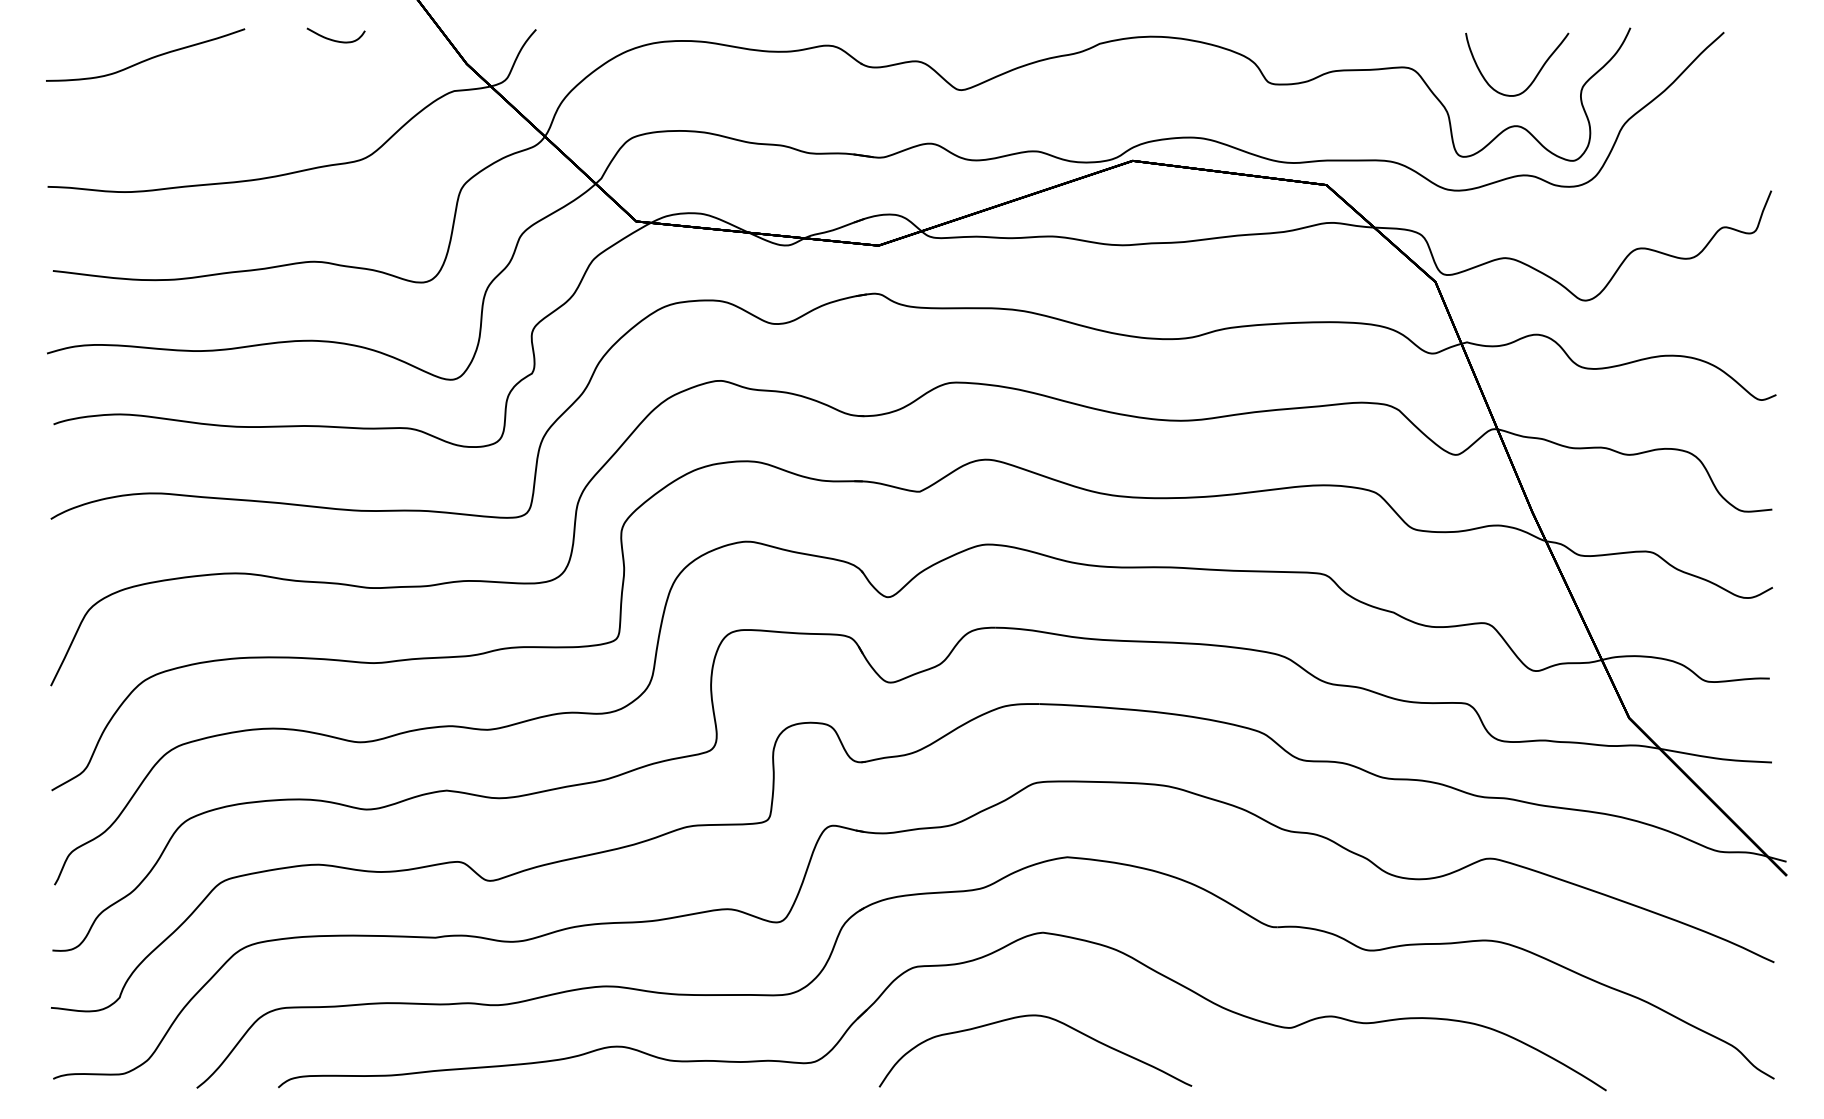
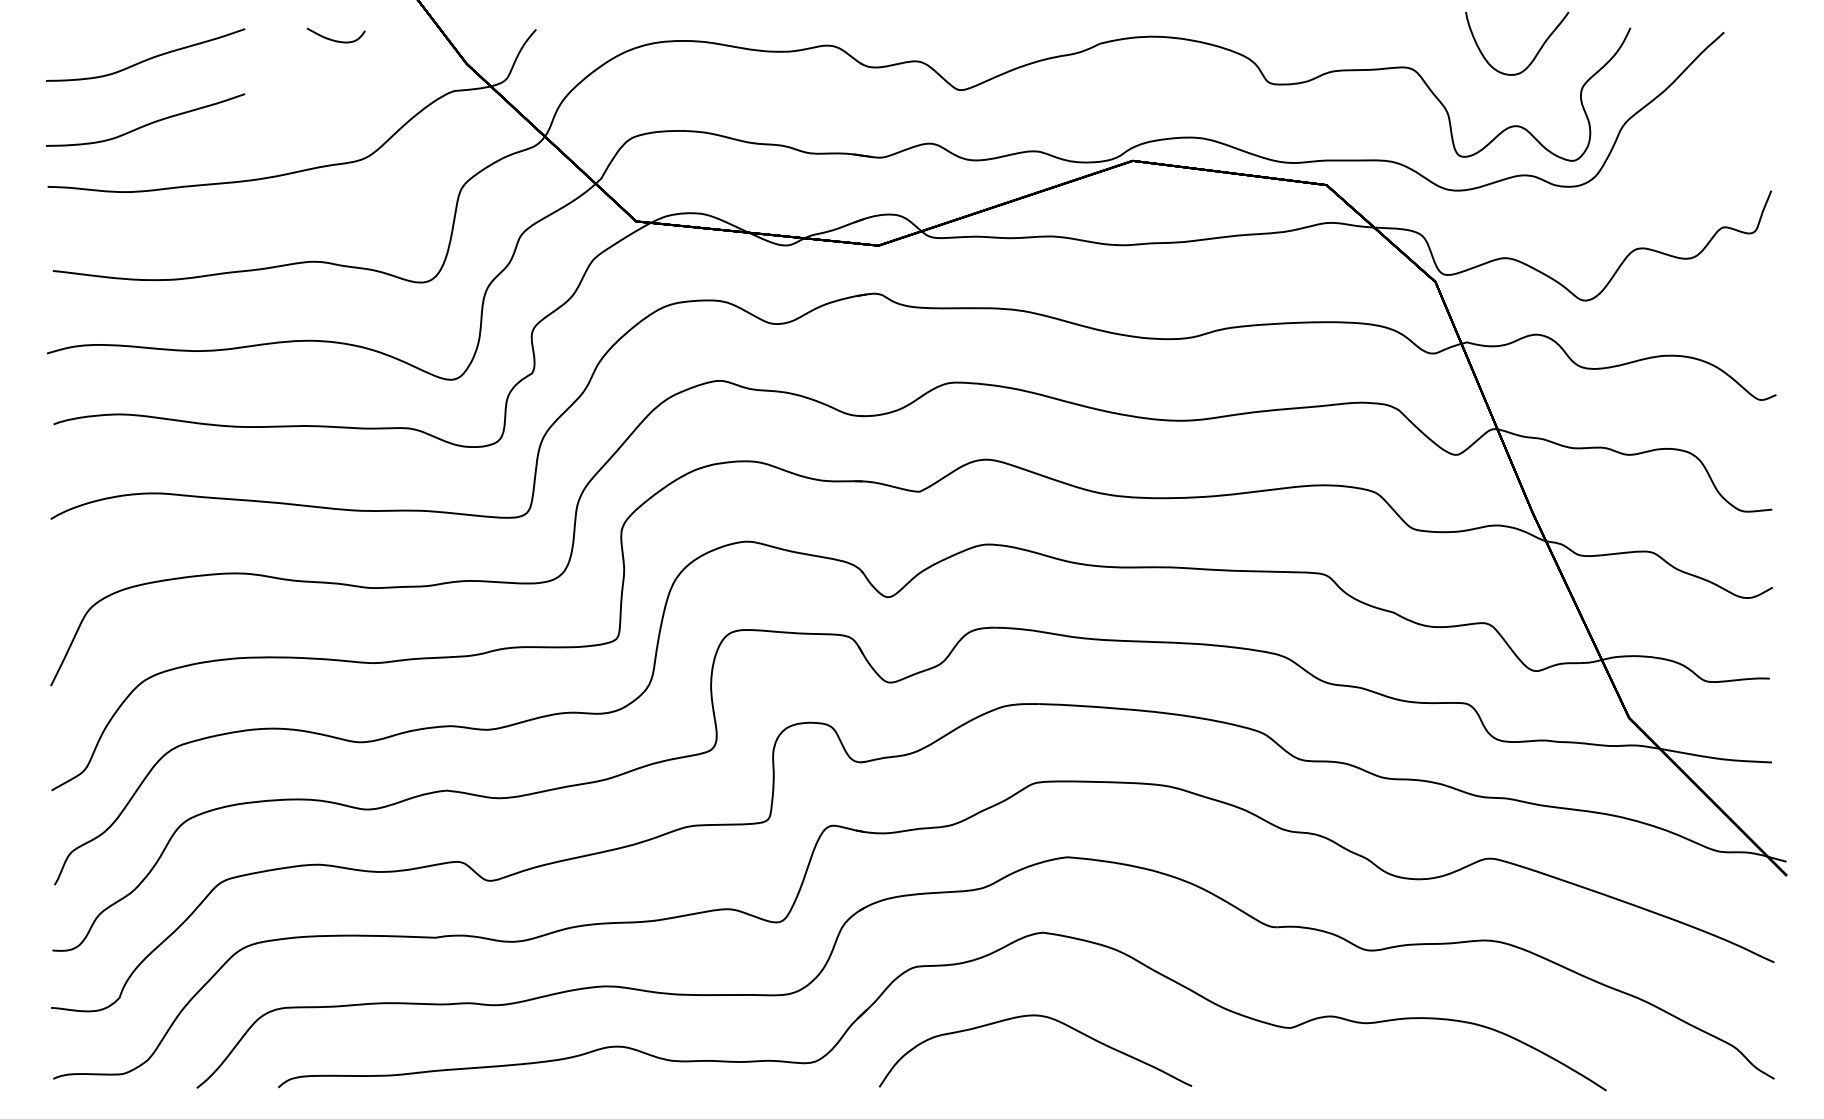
curve at (1534, 77) position: (1534, 77) -> (1534, 56)
curve at (147, 123): none -> present
